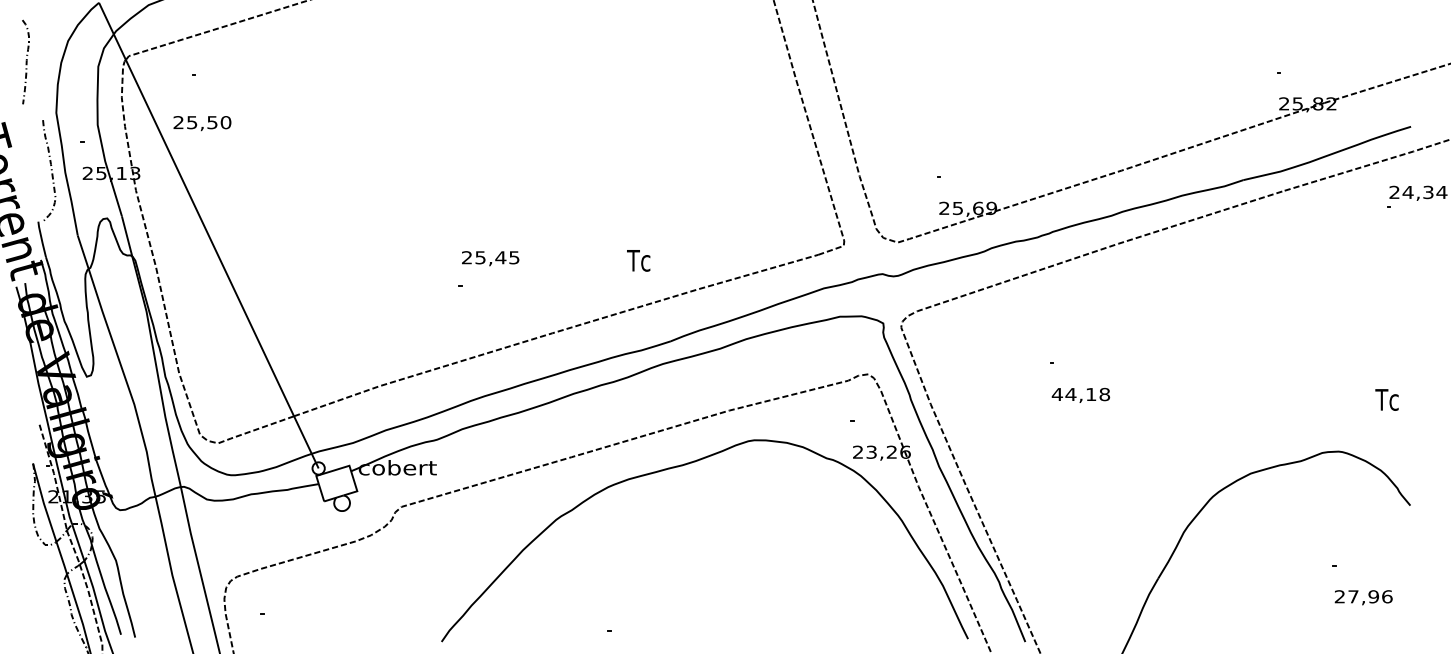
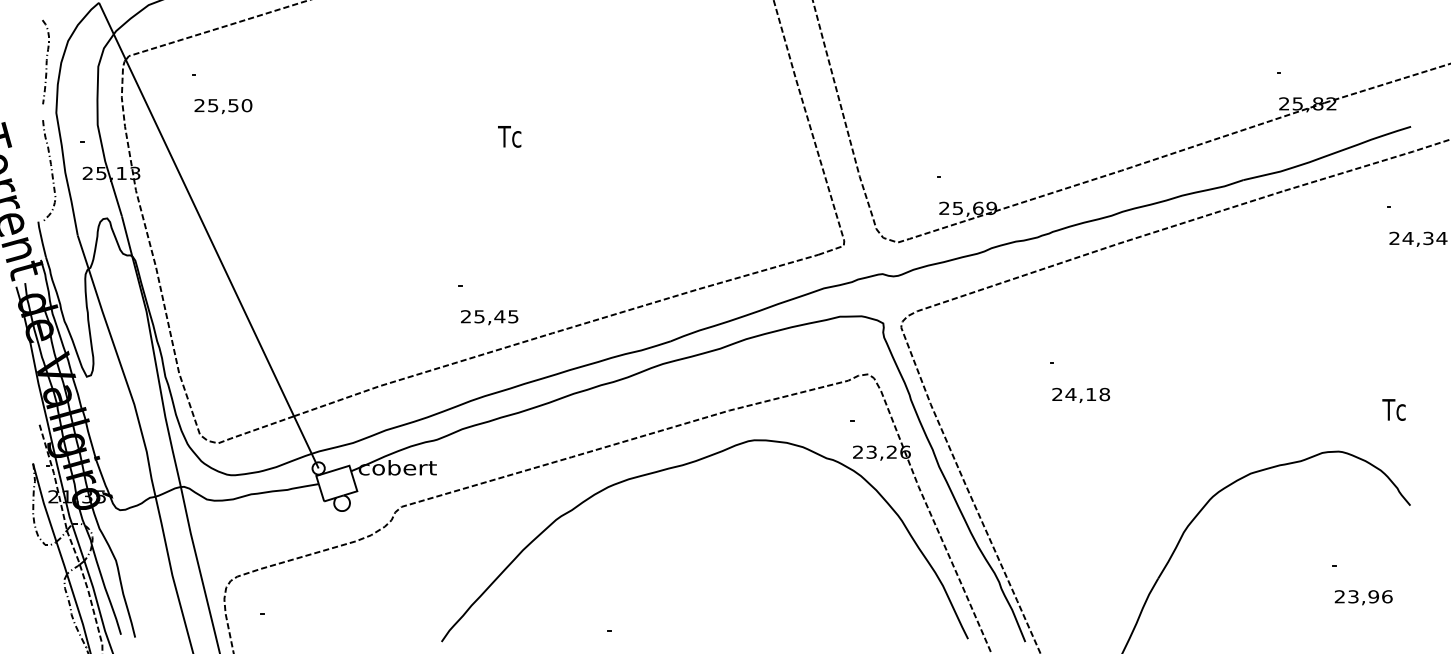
curve at (25, 61) position: (25, 61) -> (45, 61)
text at (202, 123) position: (202, 123) -> (223, 106)
text at (1418, 192) position: (1418, 192) -> (1418, 238)
text at (490, 258) position: (490, 258) -> (489, 317)
text at (638, 260) position: (638, 260) -> (509, 136)
text at (1056, 393): 44,18 -> 24,18
text at (1386, 399) position: (1386, 399) -> (1393, 409)
text at (1353, 596): 27,96 -> 23,96
